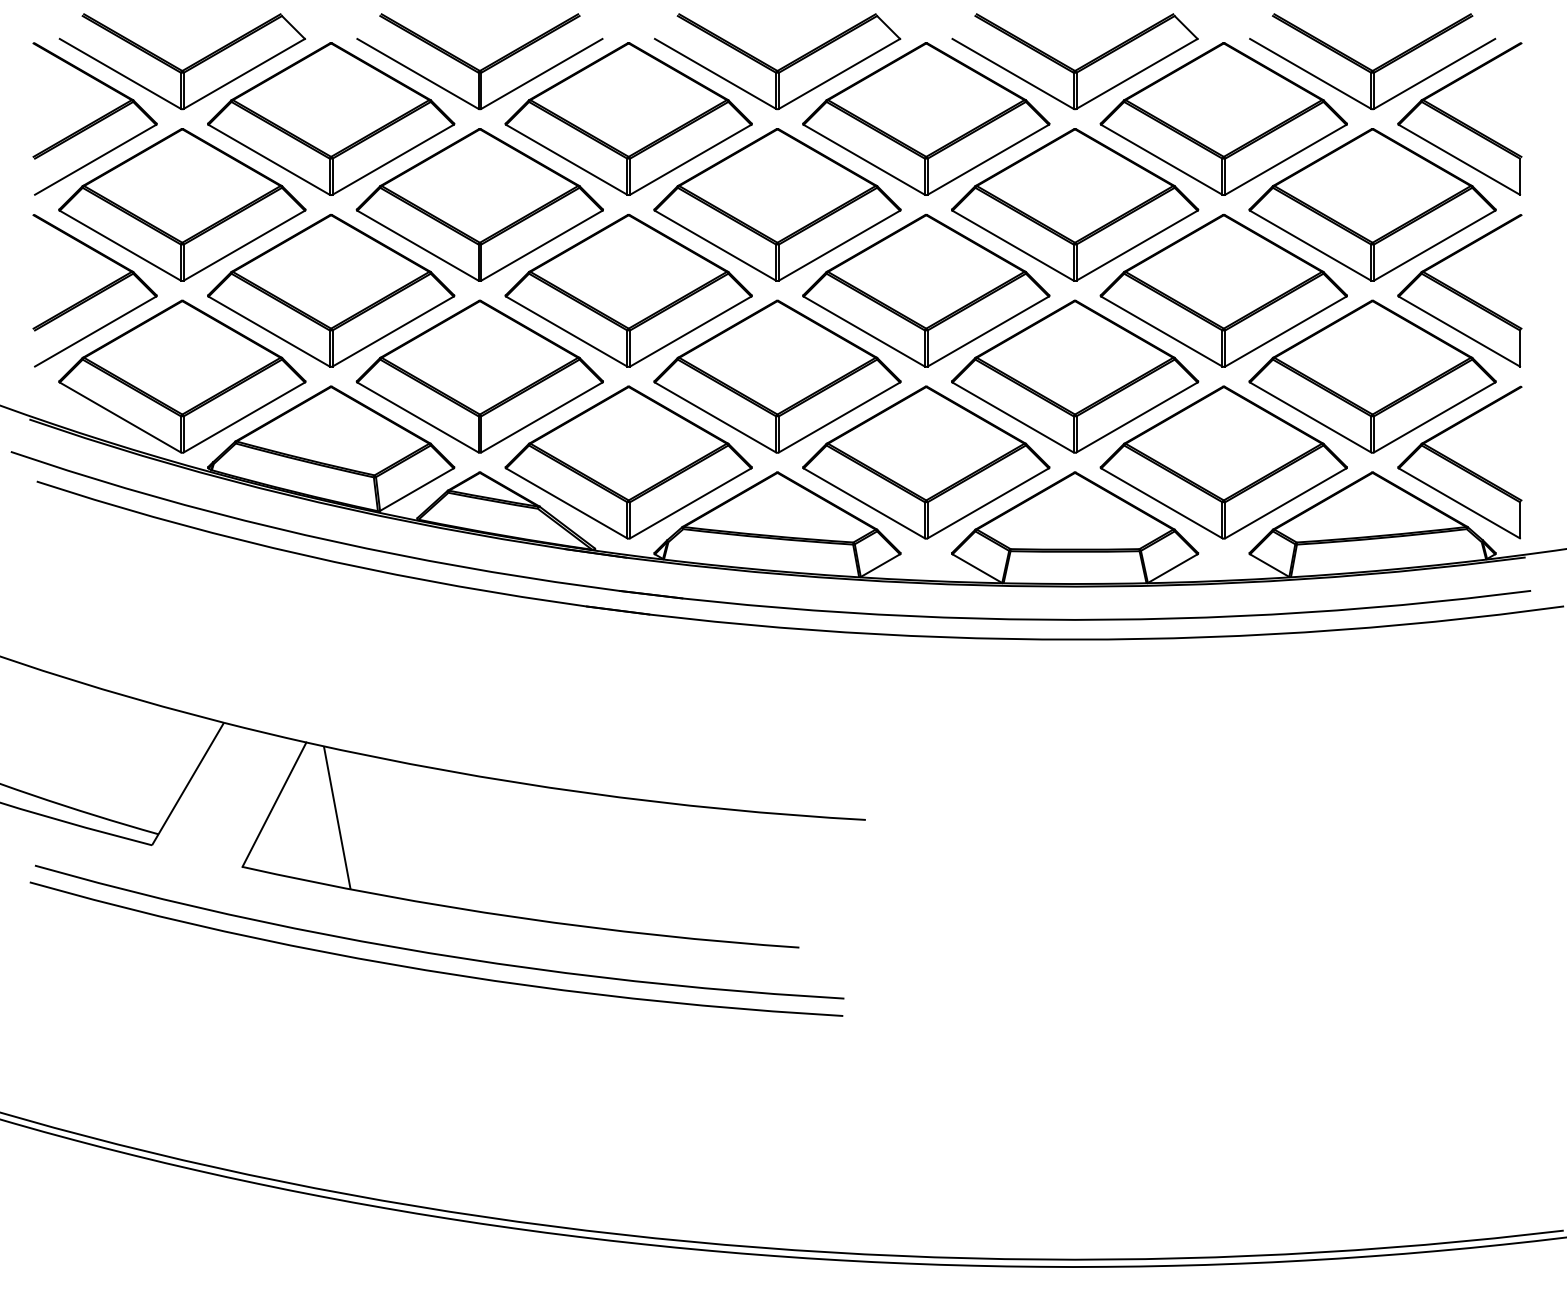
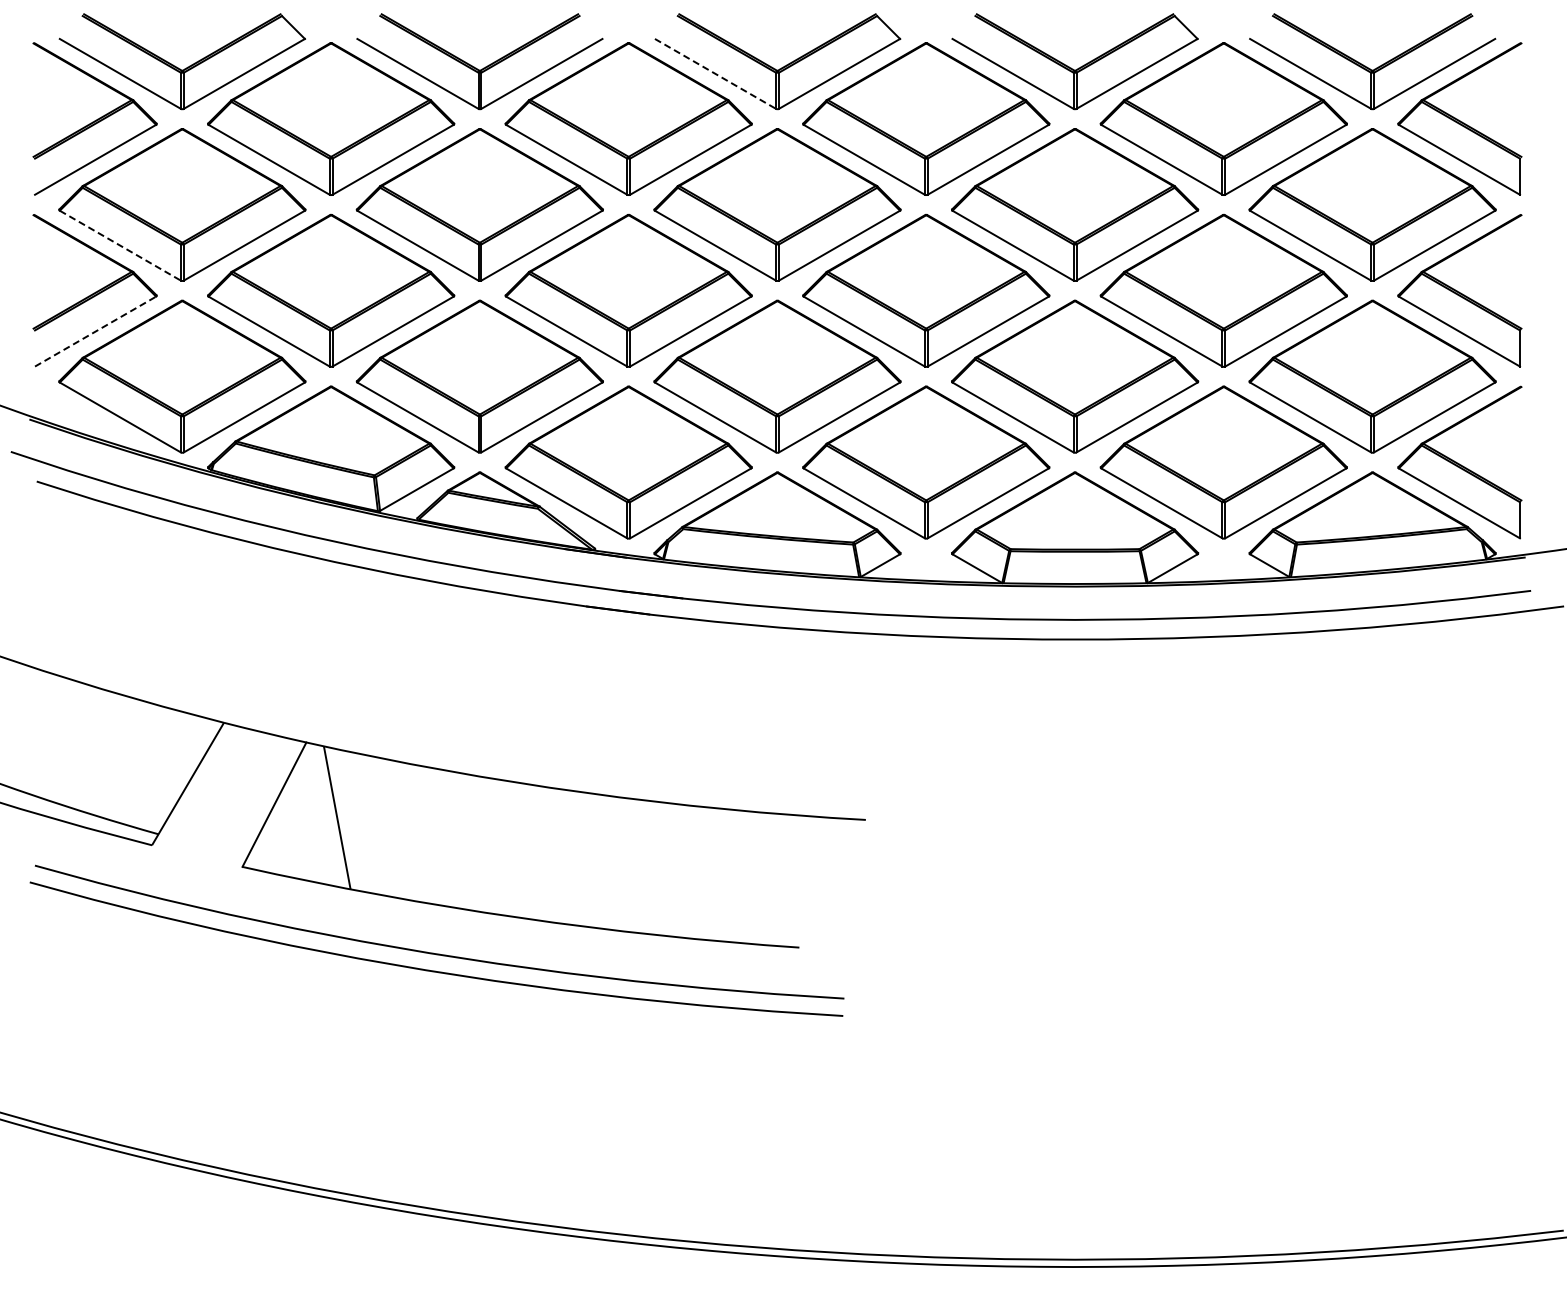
line at (715, 73): solid -> dashed
line at (120, 245): solid -> dashed
line at (95, 331): solid -> dashed
